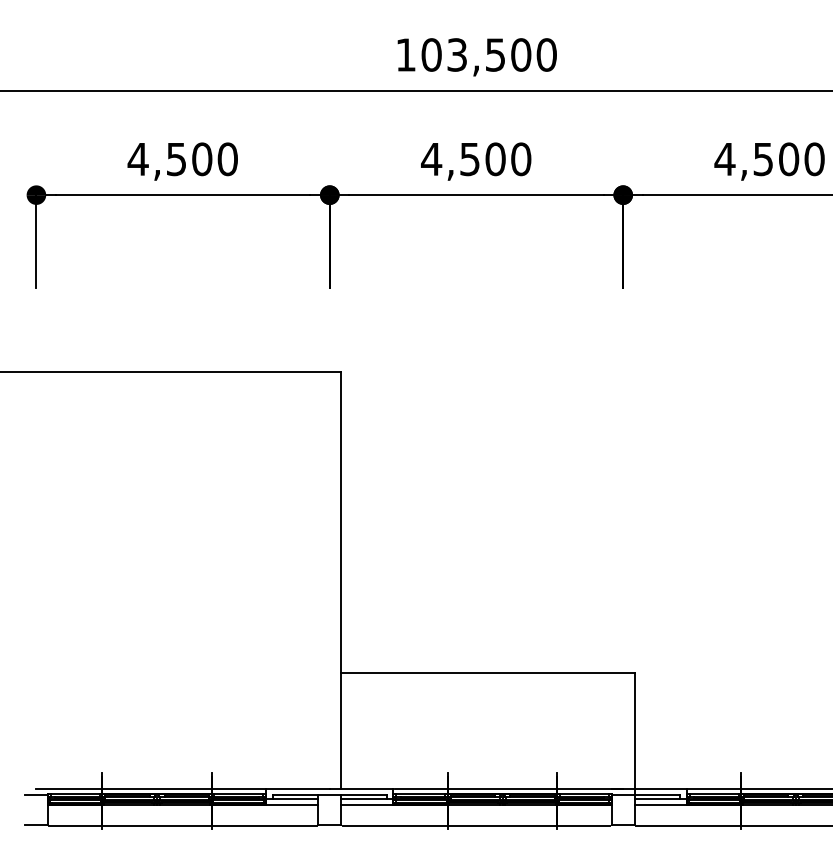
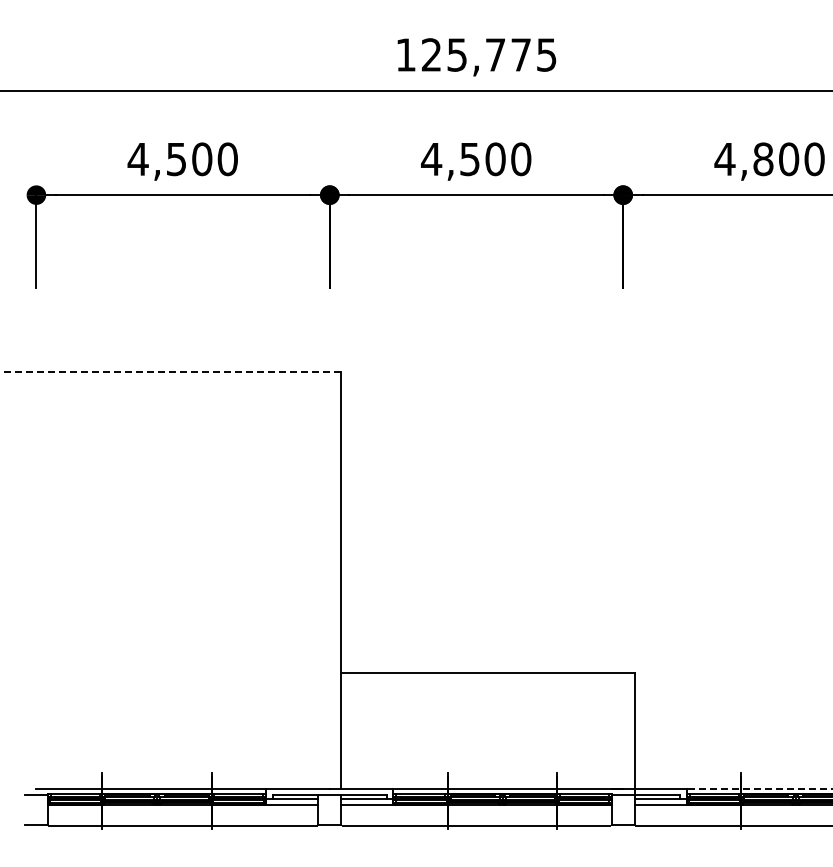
text at (488, 54): 103,500 -> 125,775
text at (763, 159): 4,500 -> 4,800
line at (170, 371): solid -> dashed
line at (761, 788): solid -> dashed
